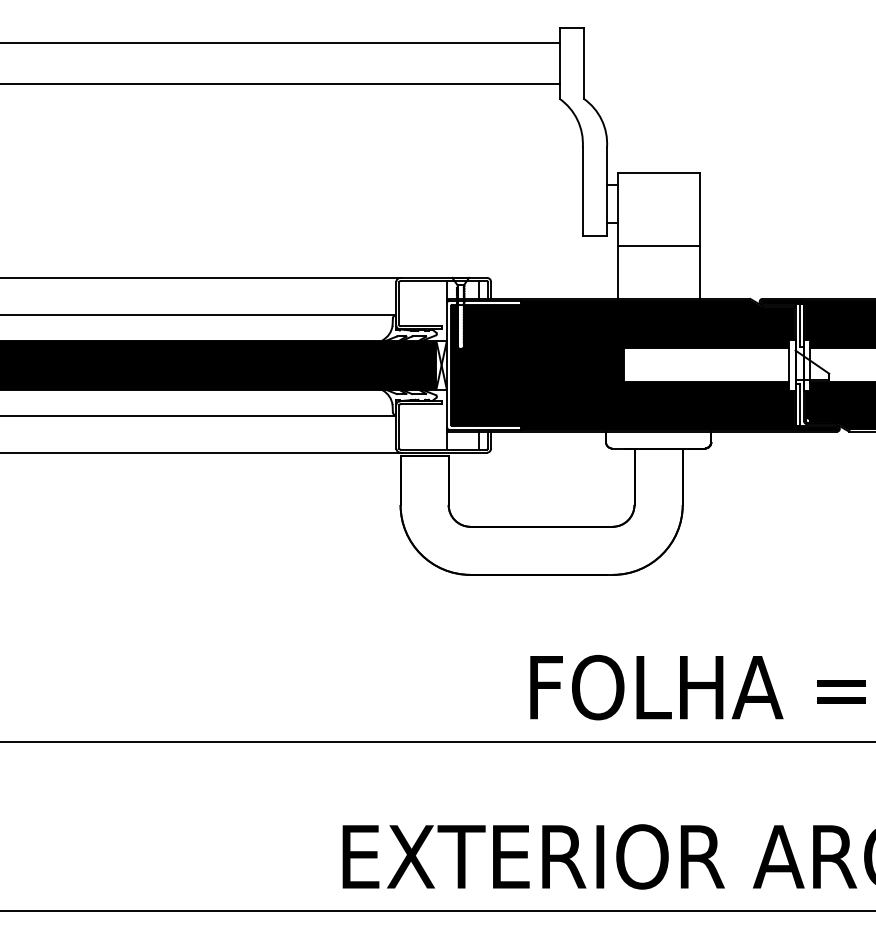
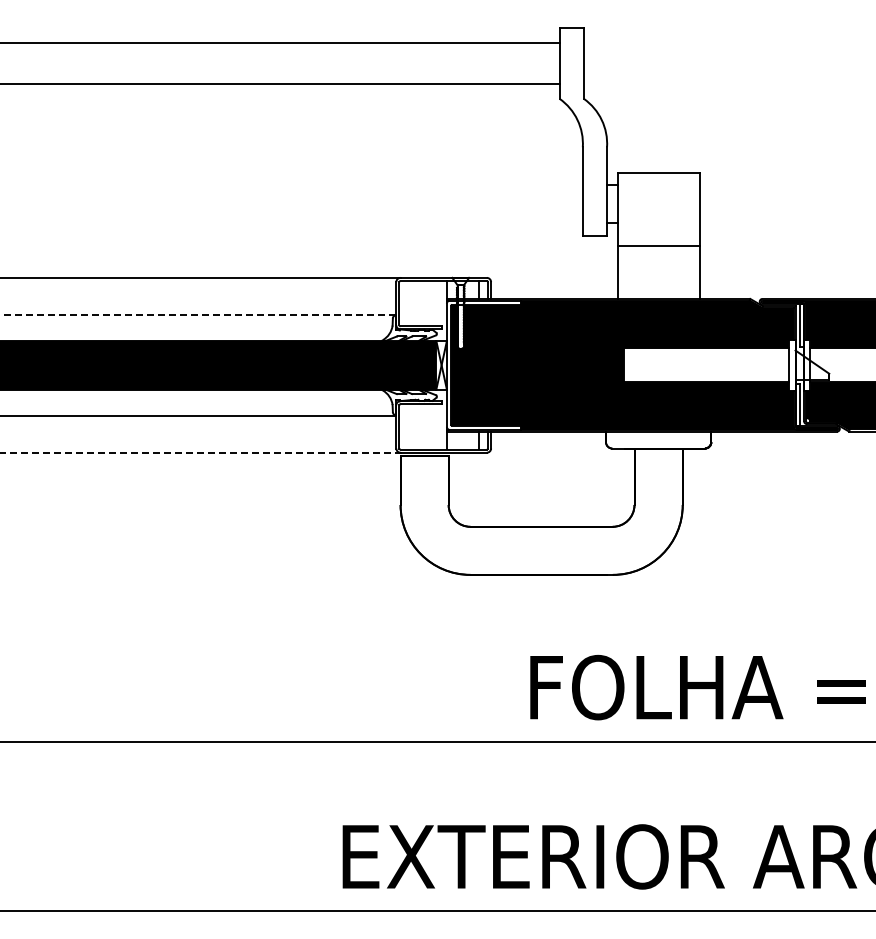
line at (198, 314): solid -> dashed
line at (200, 452): solid -> dashed
